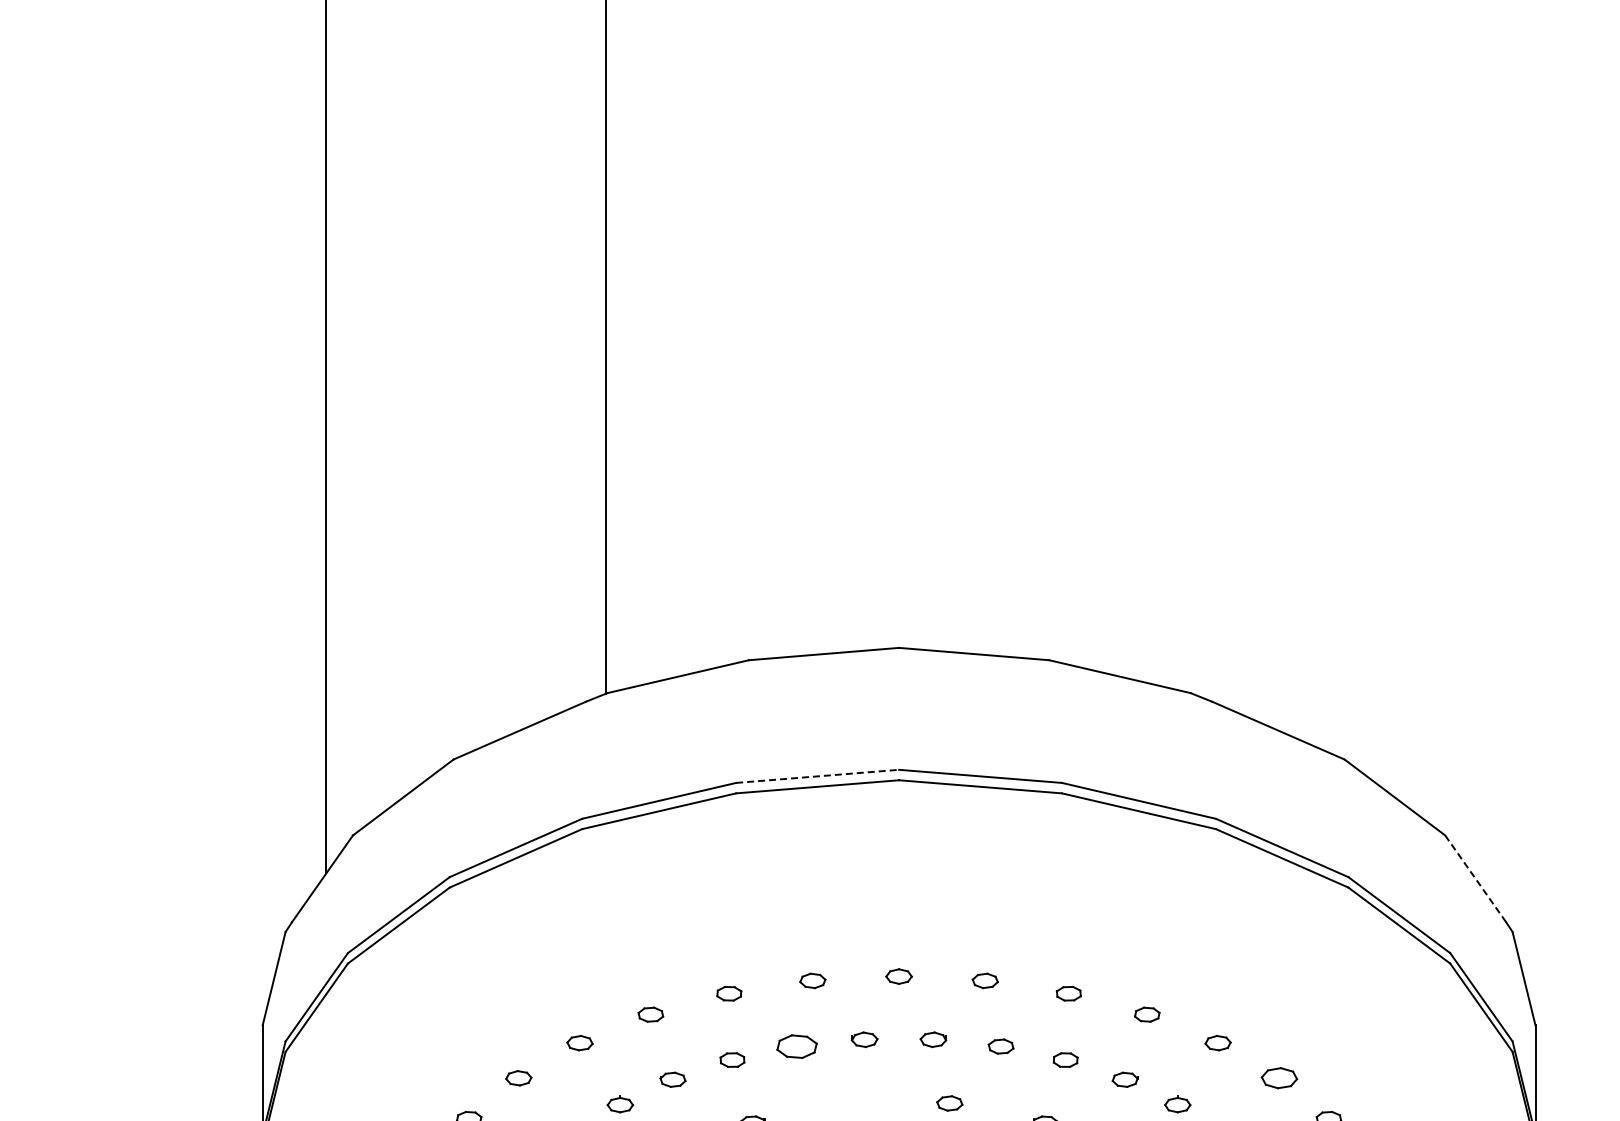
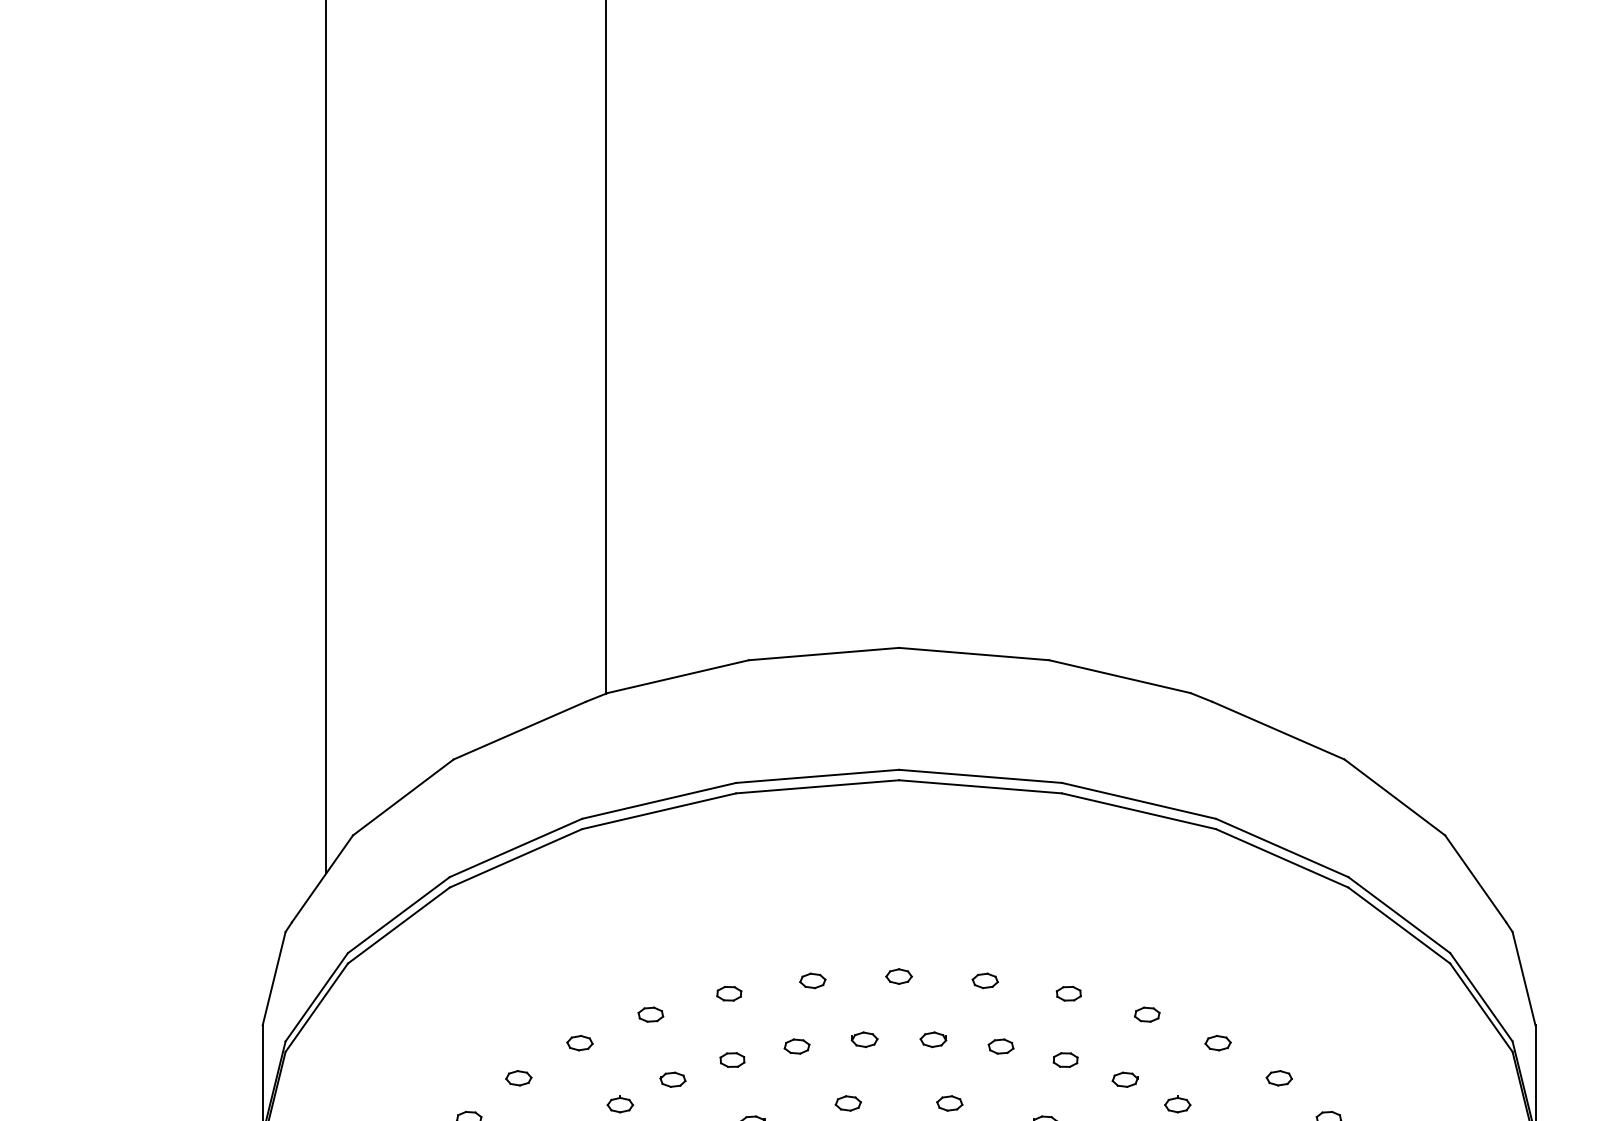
line at (817, 776): dashed -> solid
line at (1475, 879): dashed -> solid
part at (796, 1046) size: 42x25 px -> 28x17 px
part at (1279, 1078) size: 39x23 px -> 28x17 px
part at (847, 1103): none -> present
